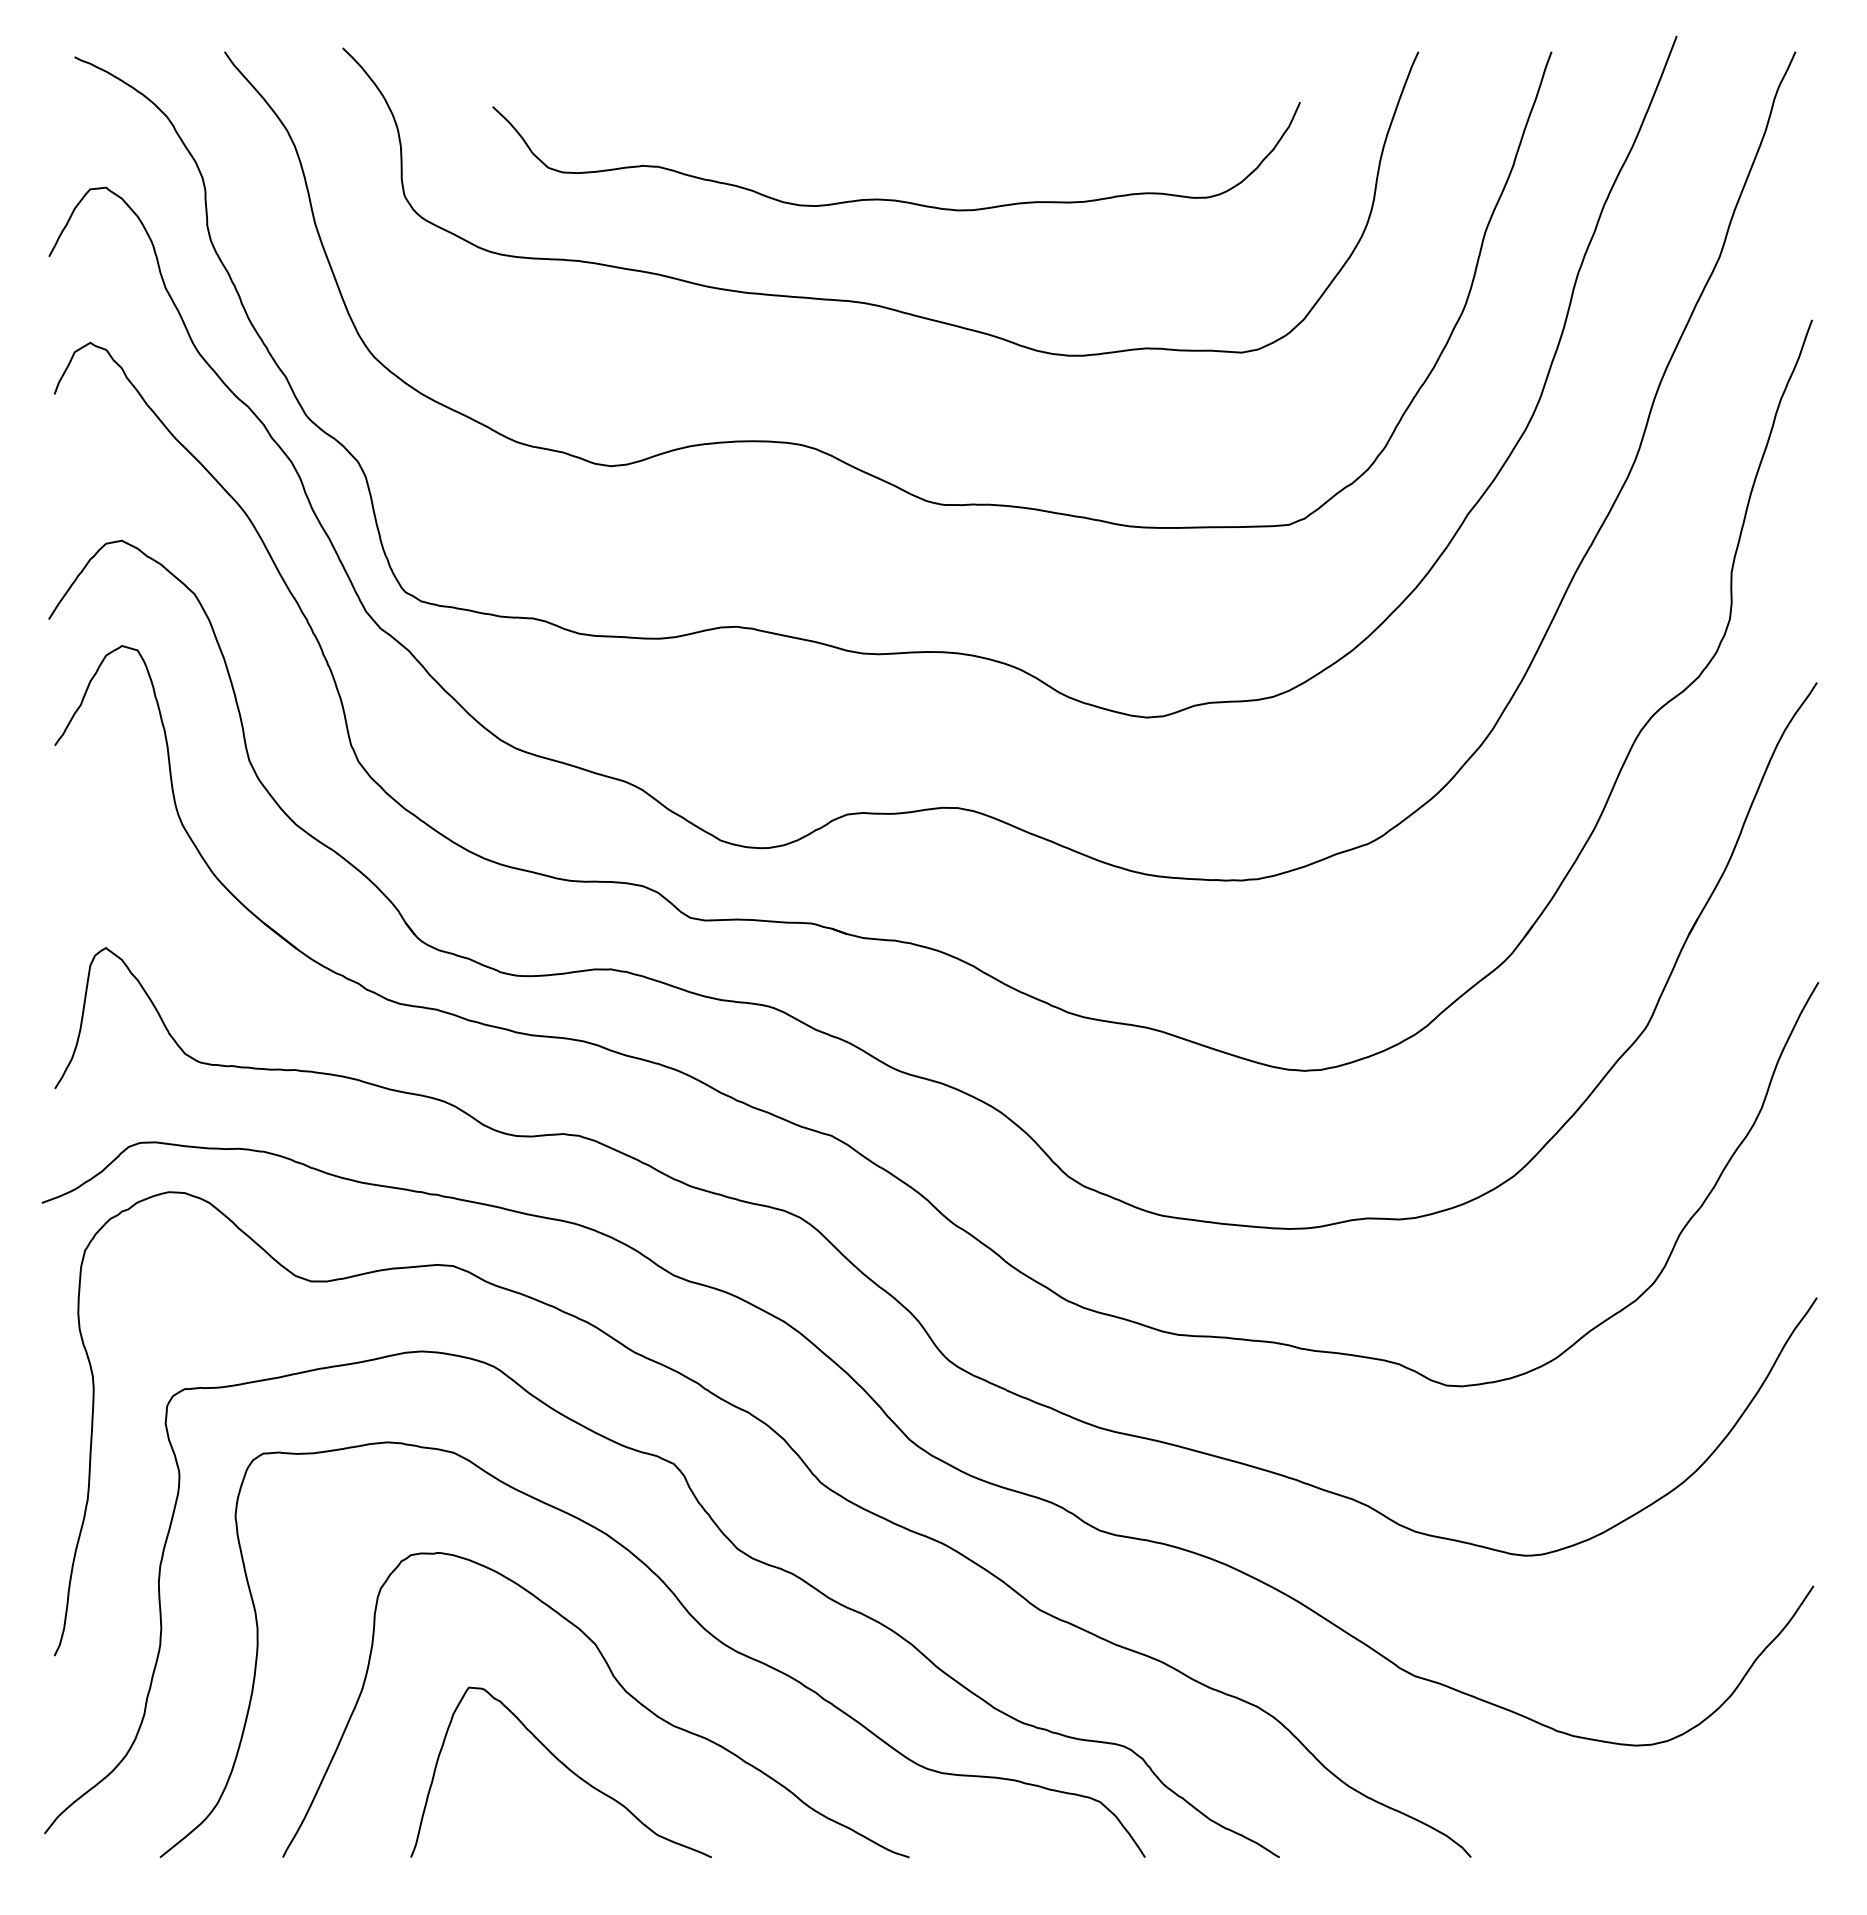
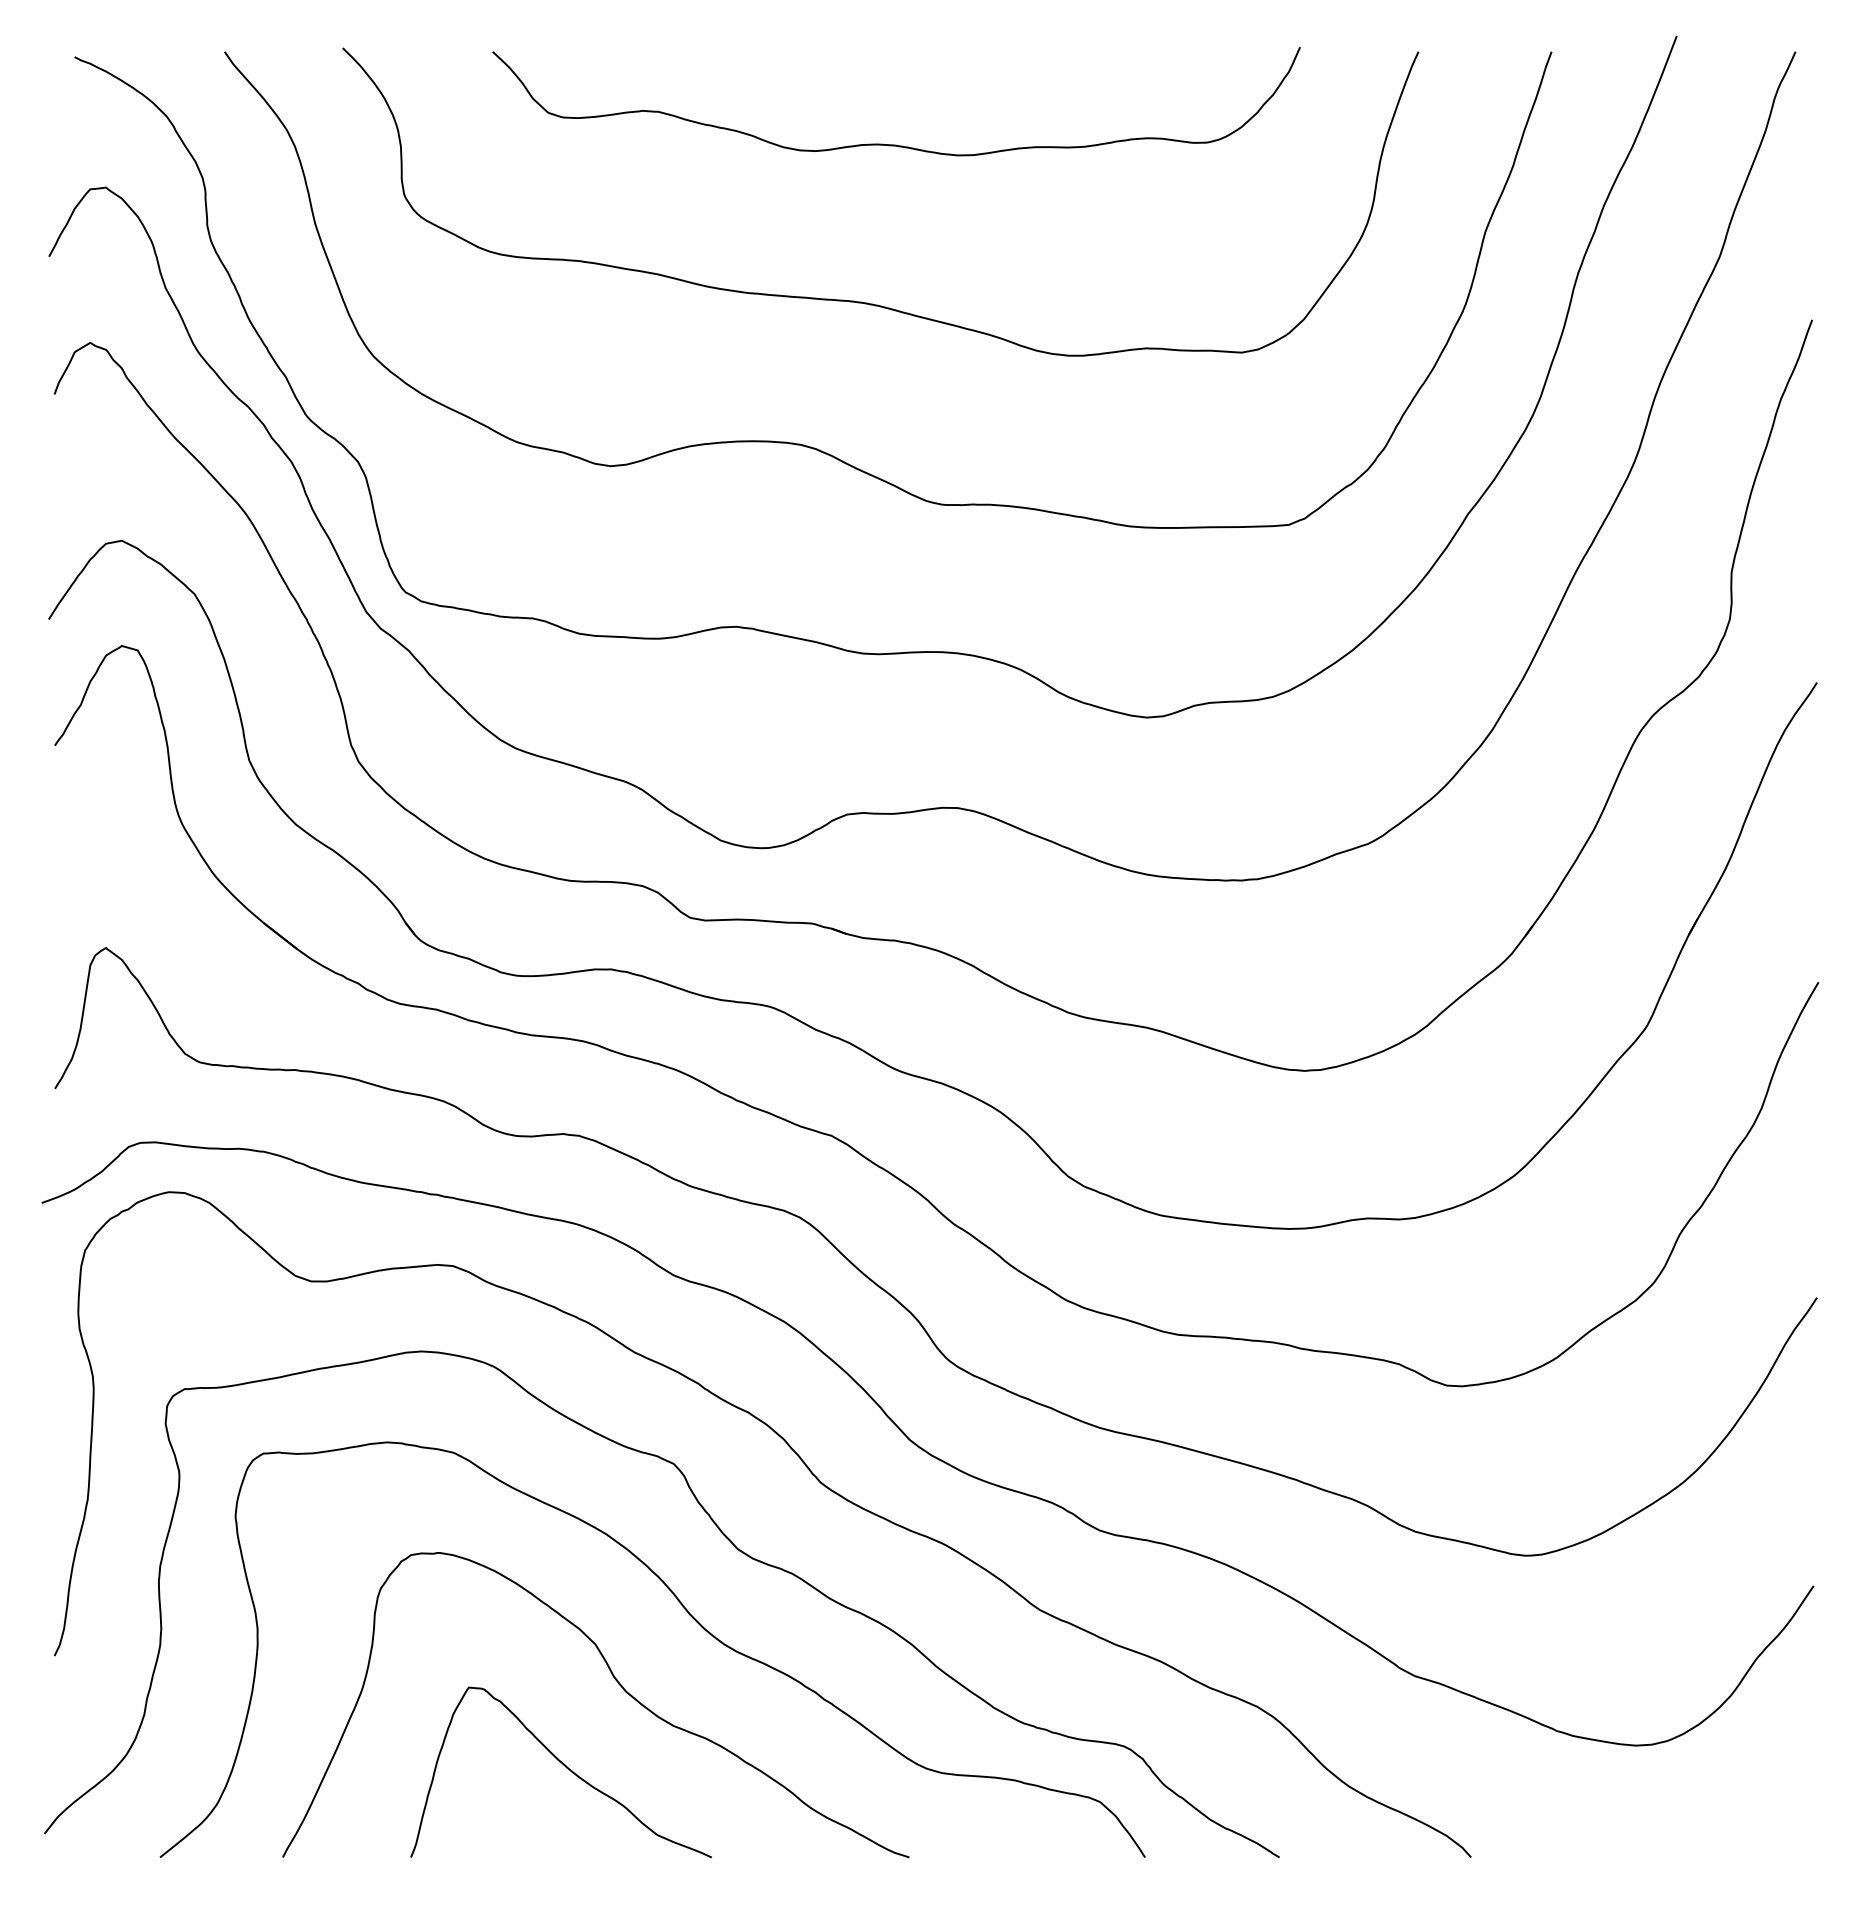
curve at (896, 199) position: (896, 199) -> (896, 144)
